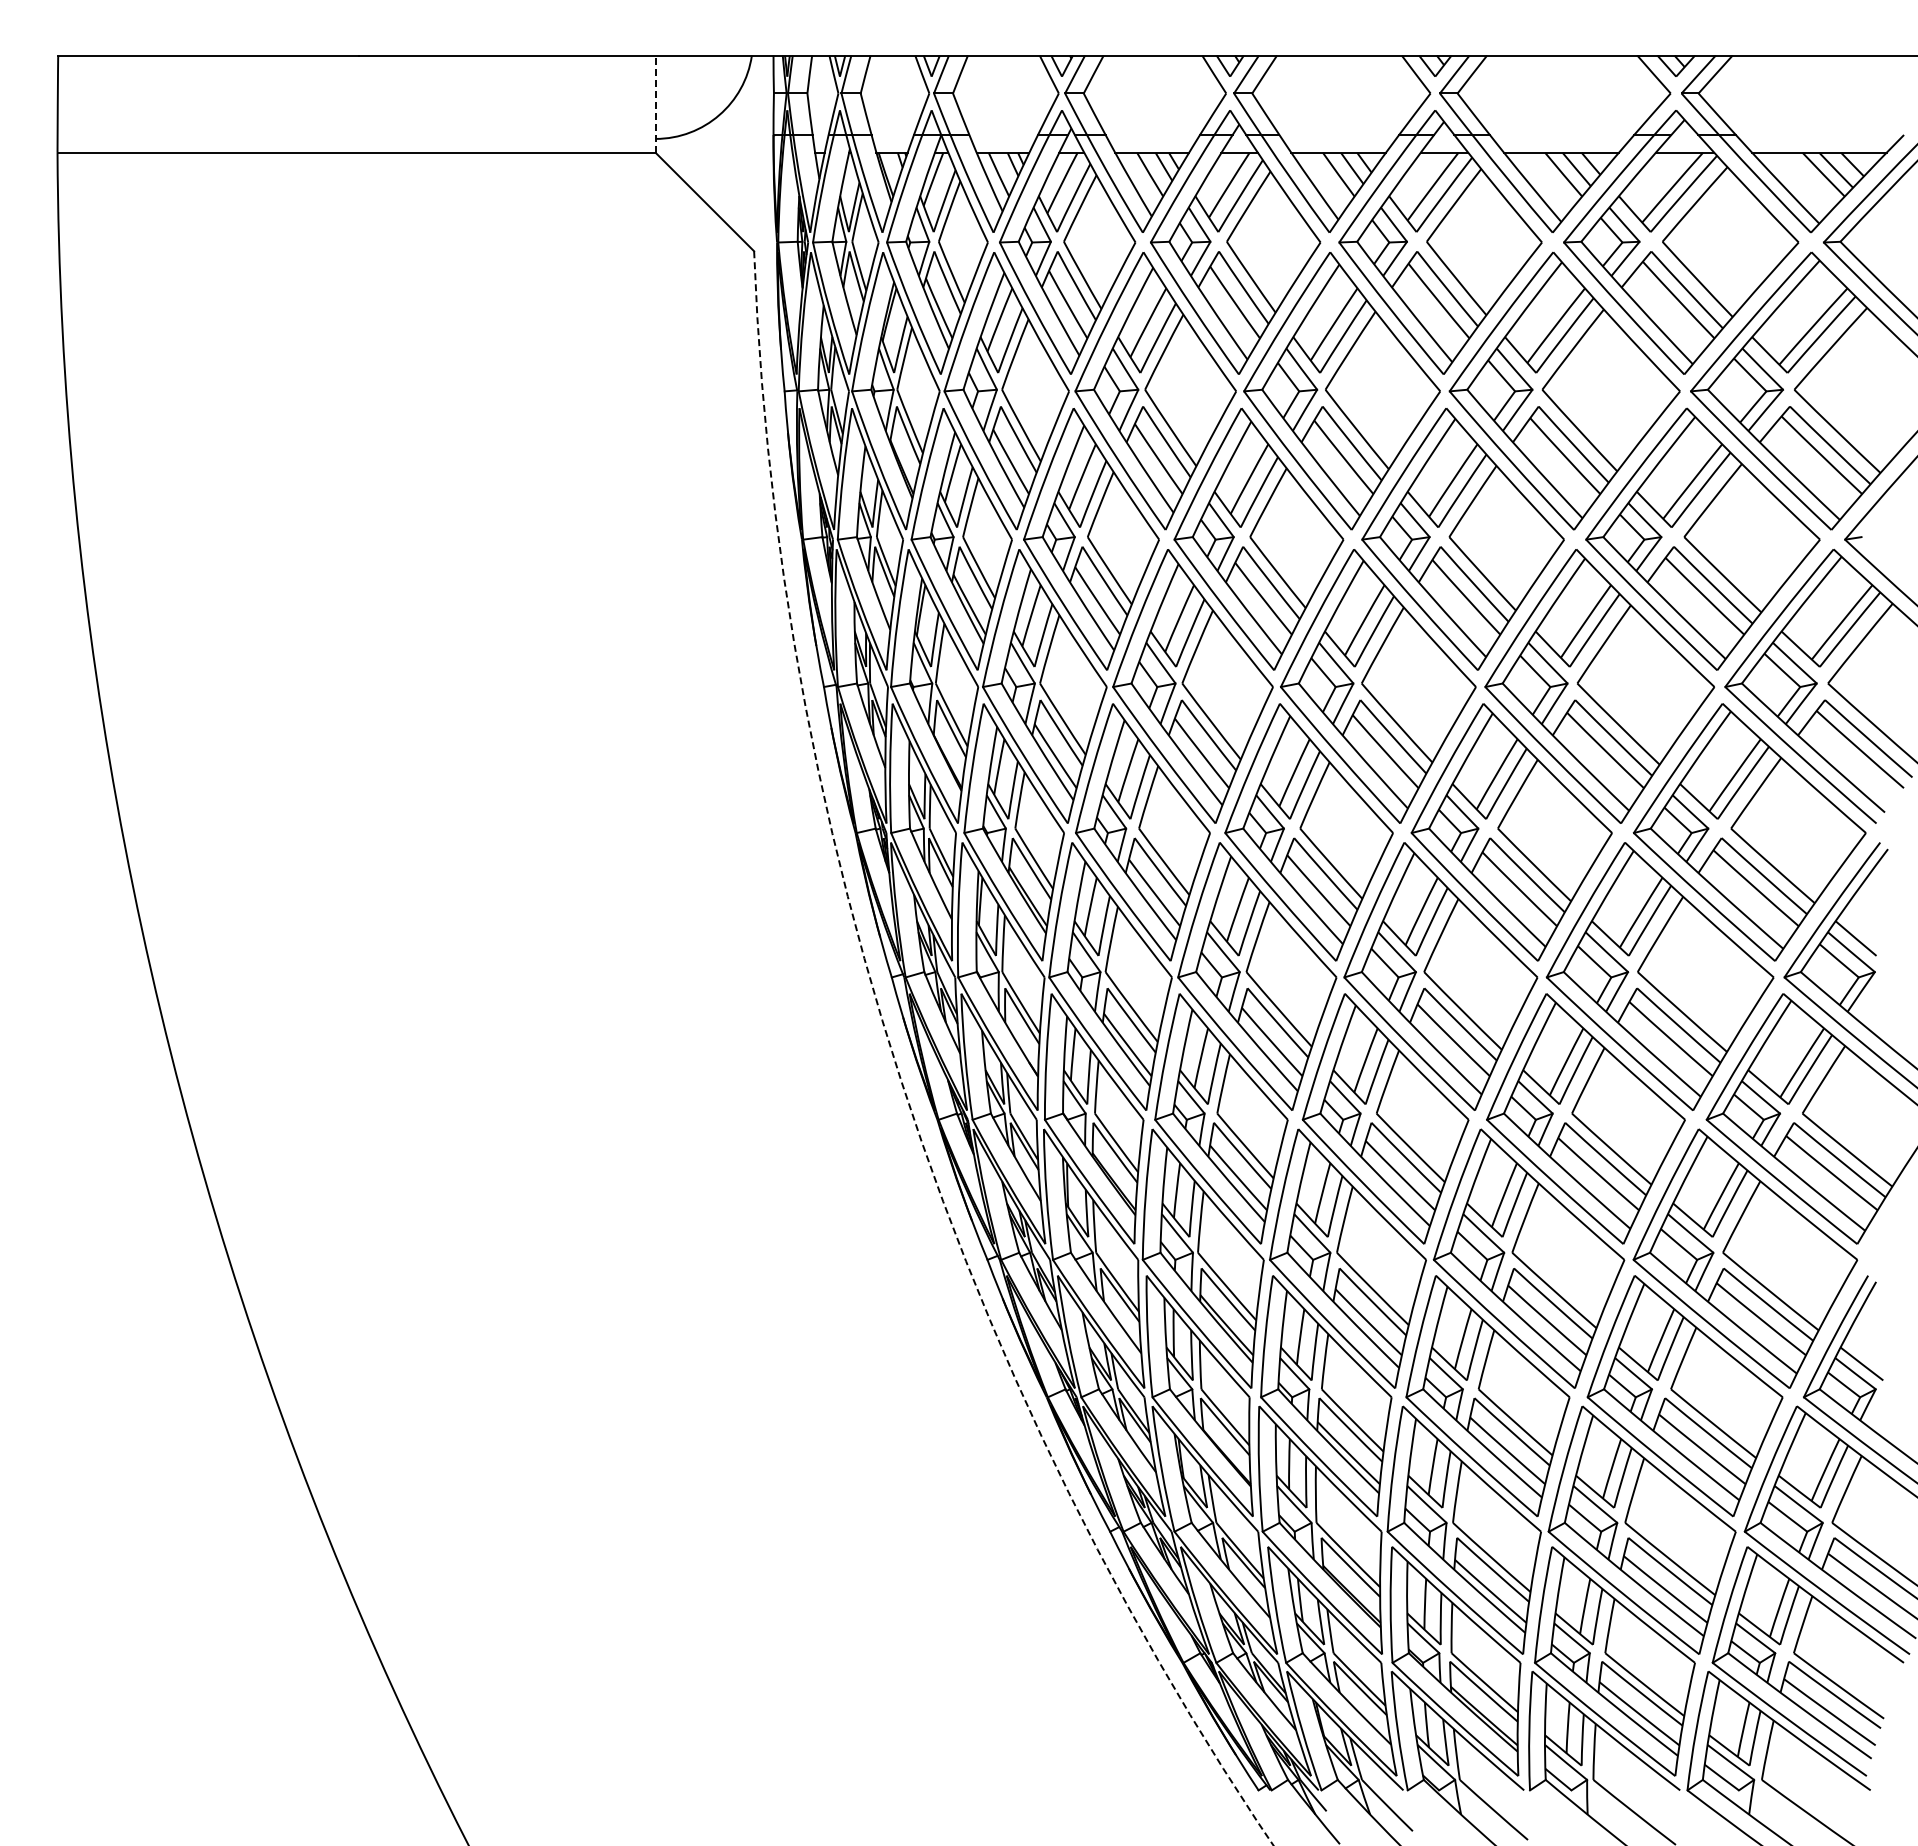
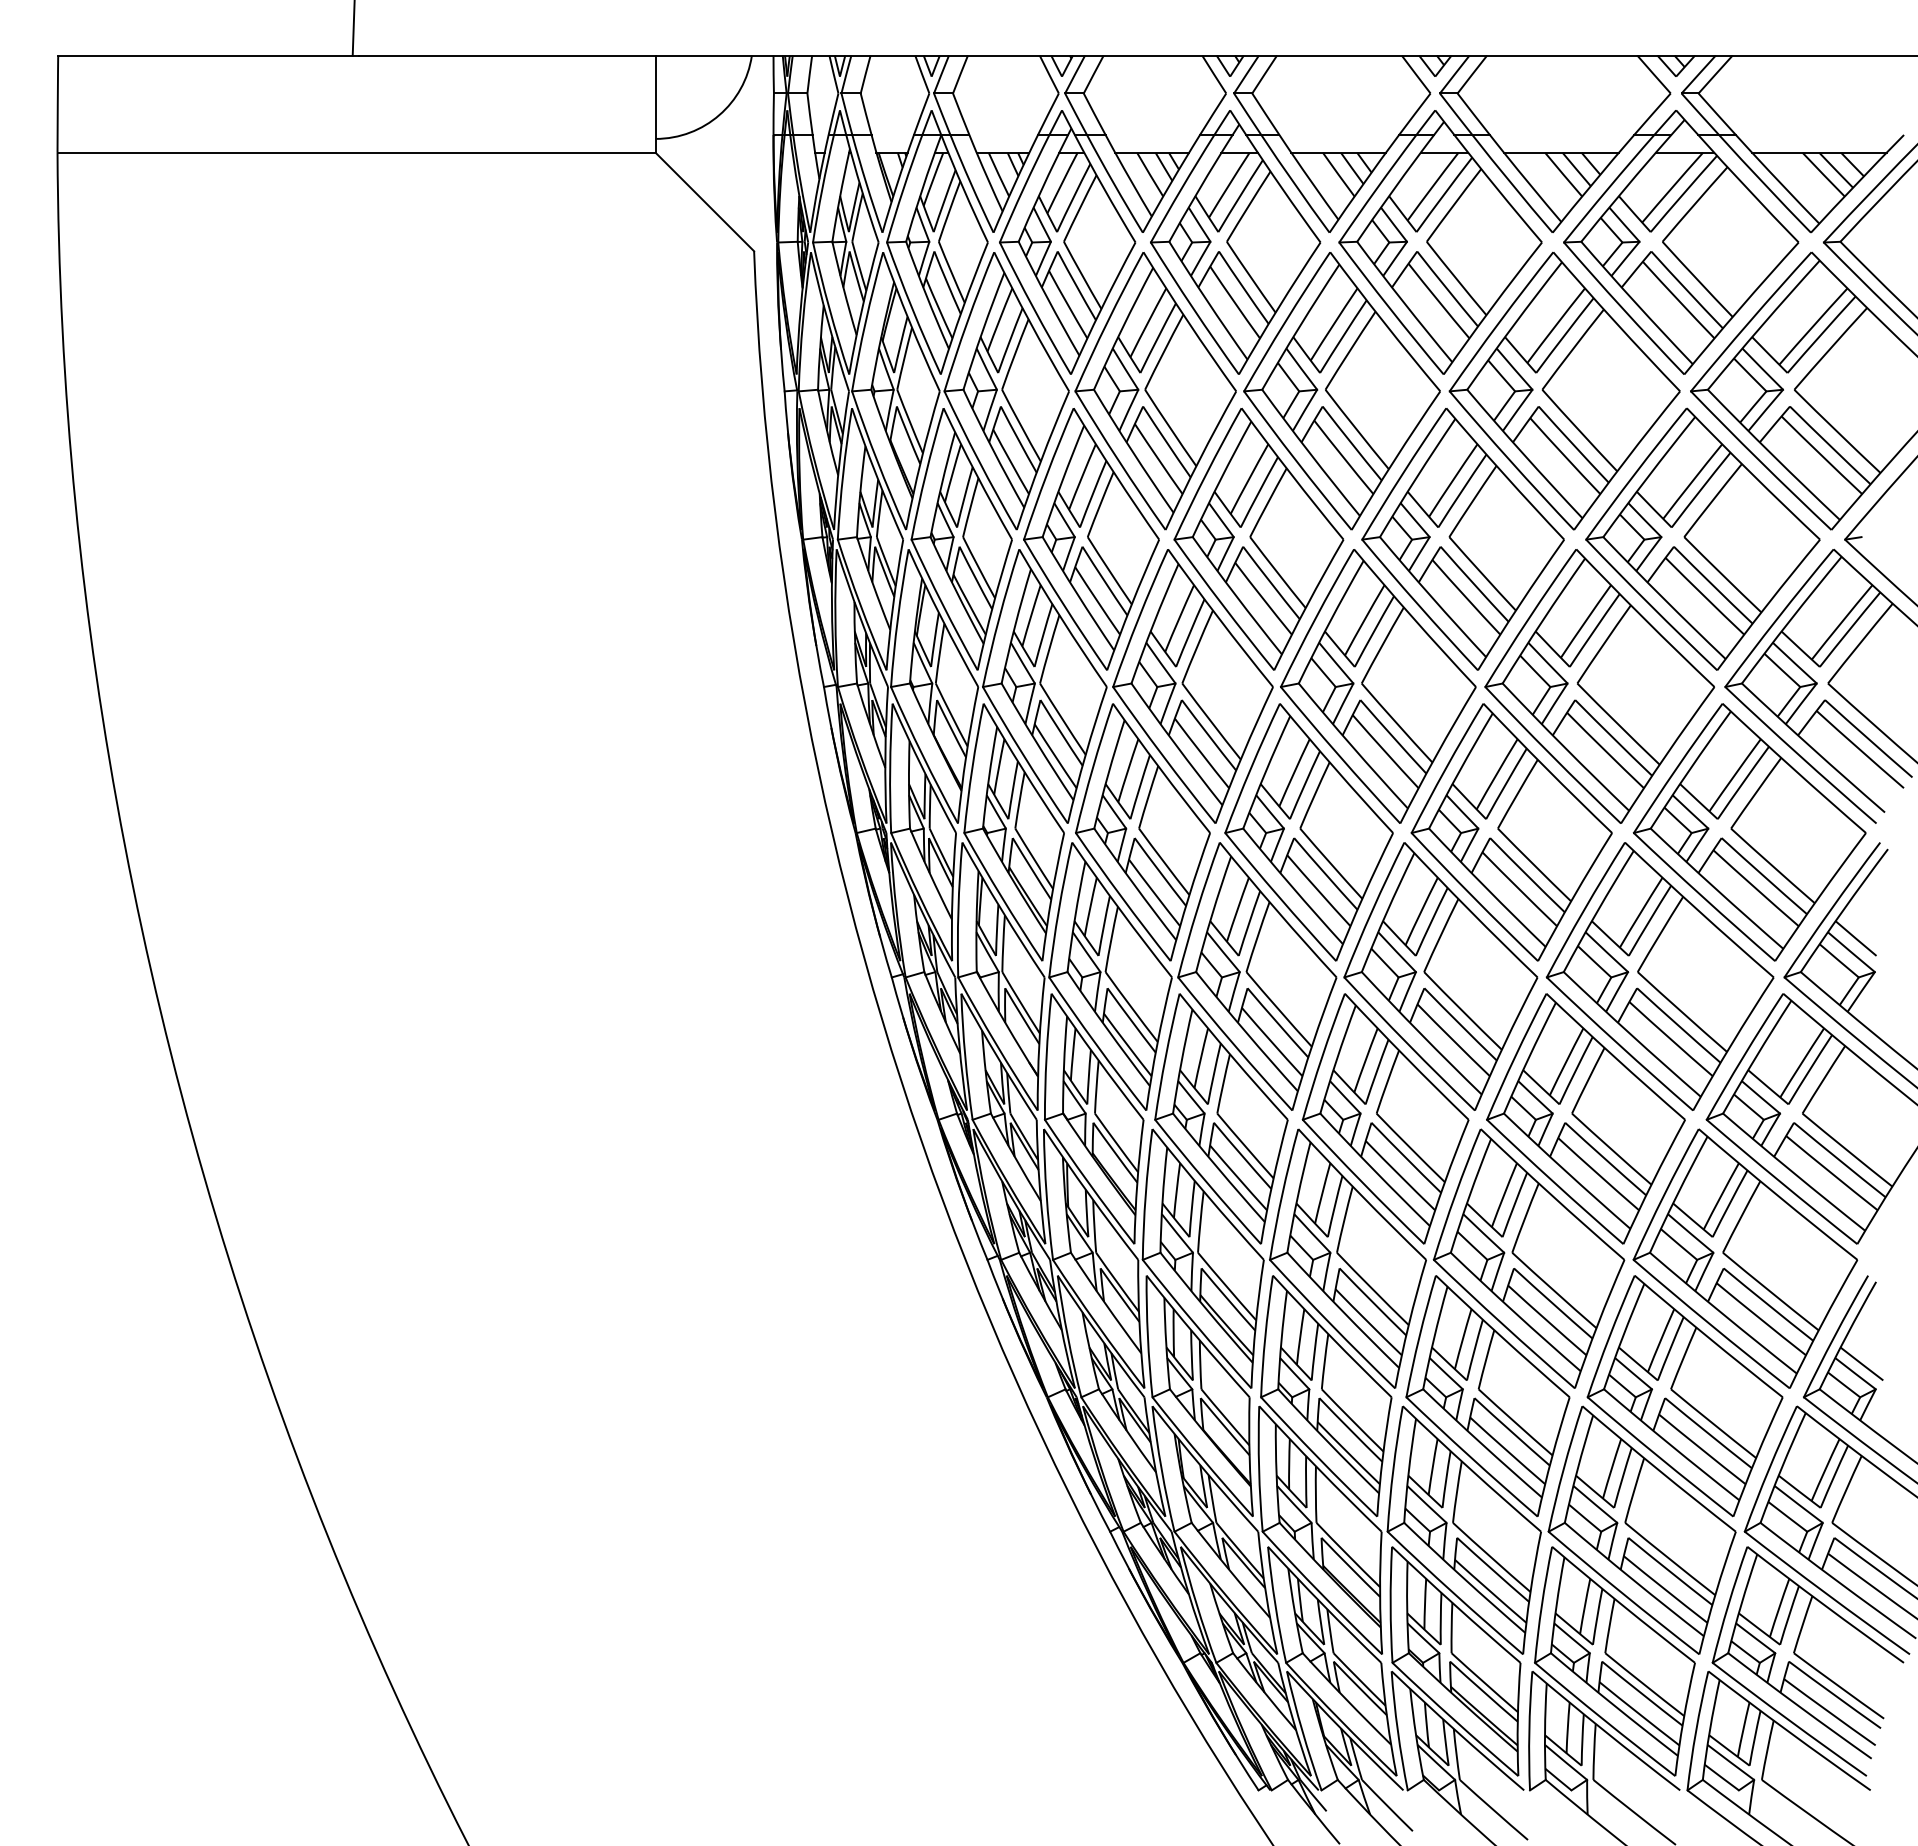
line at (353, 28): none -> present
line at (655, 104): dashed -> solid
arc at (902, 1085): dashed -> solid
